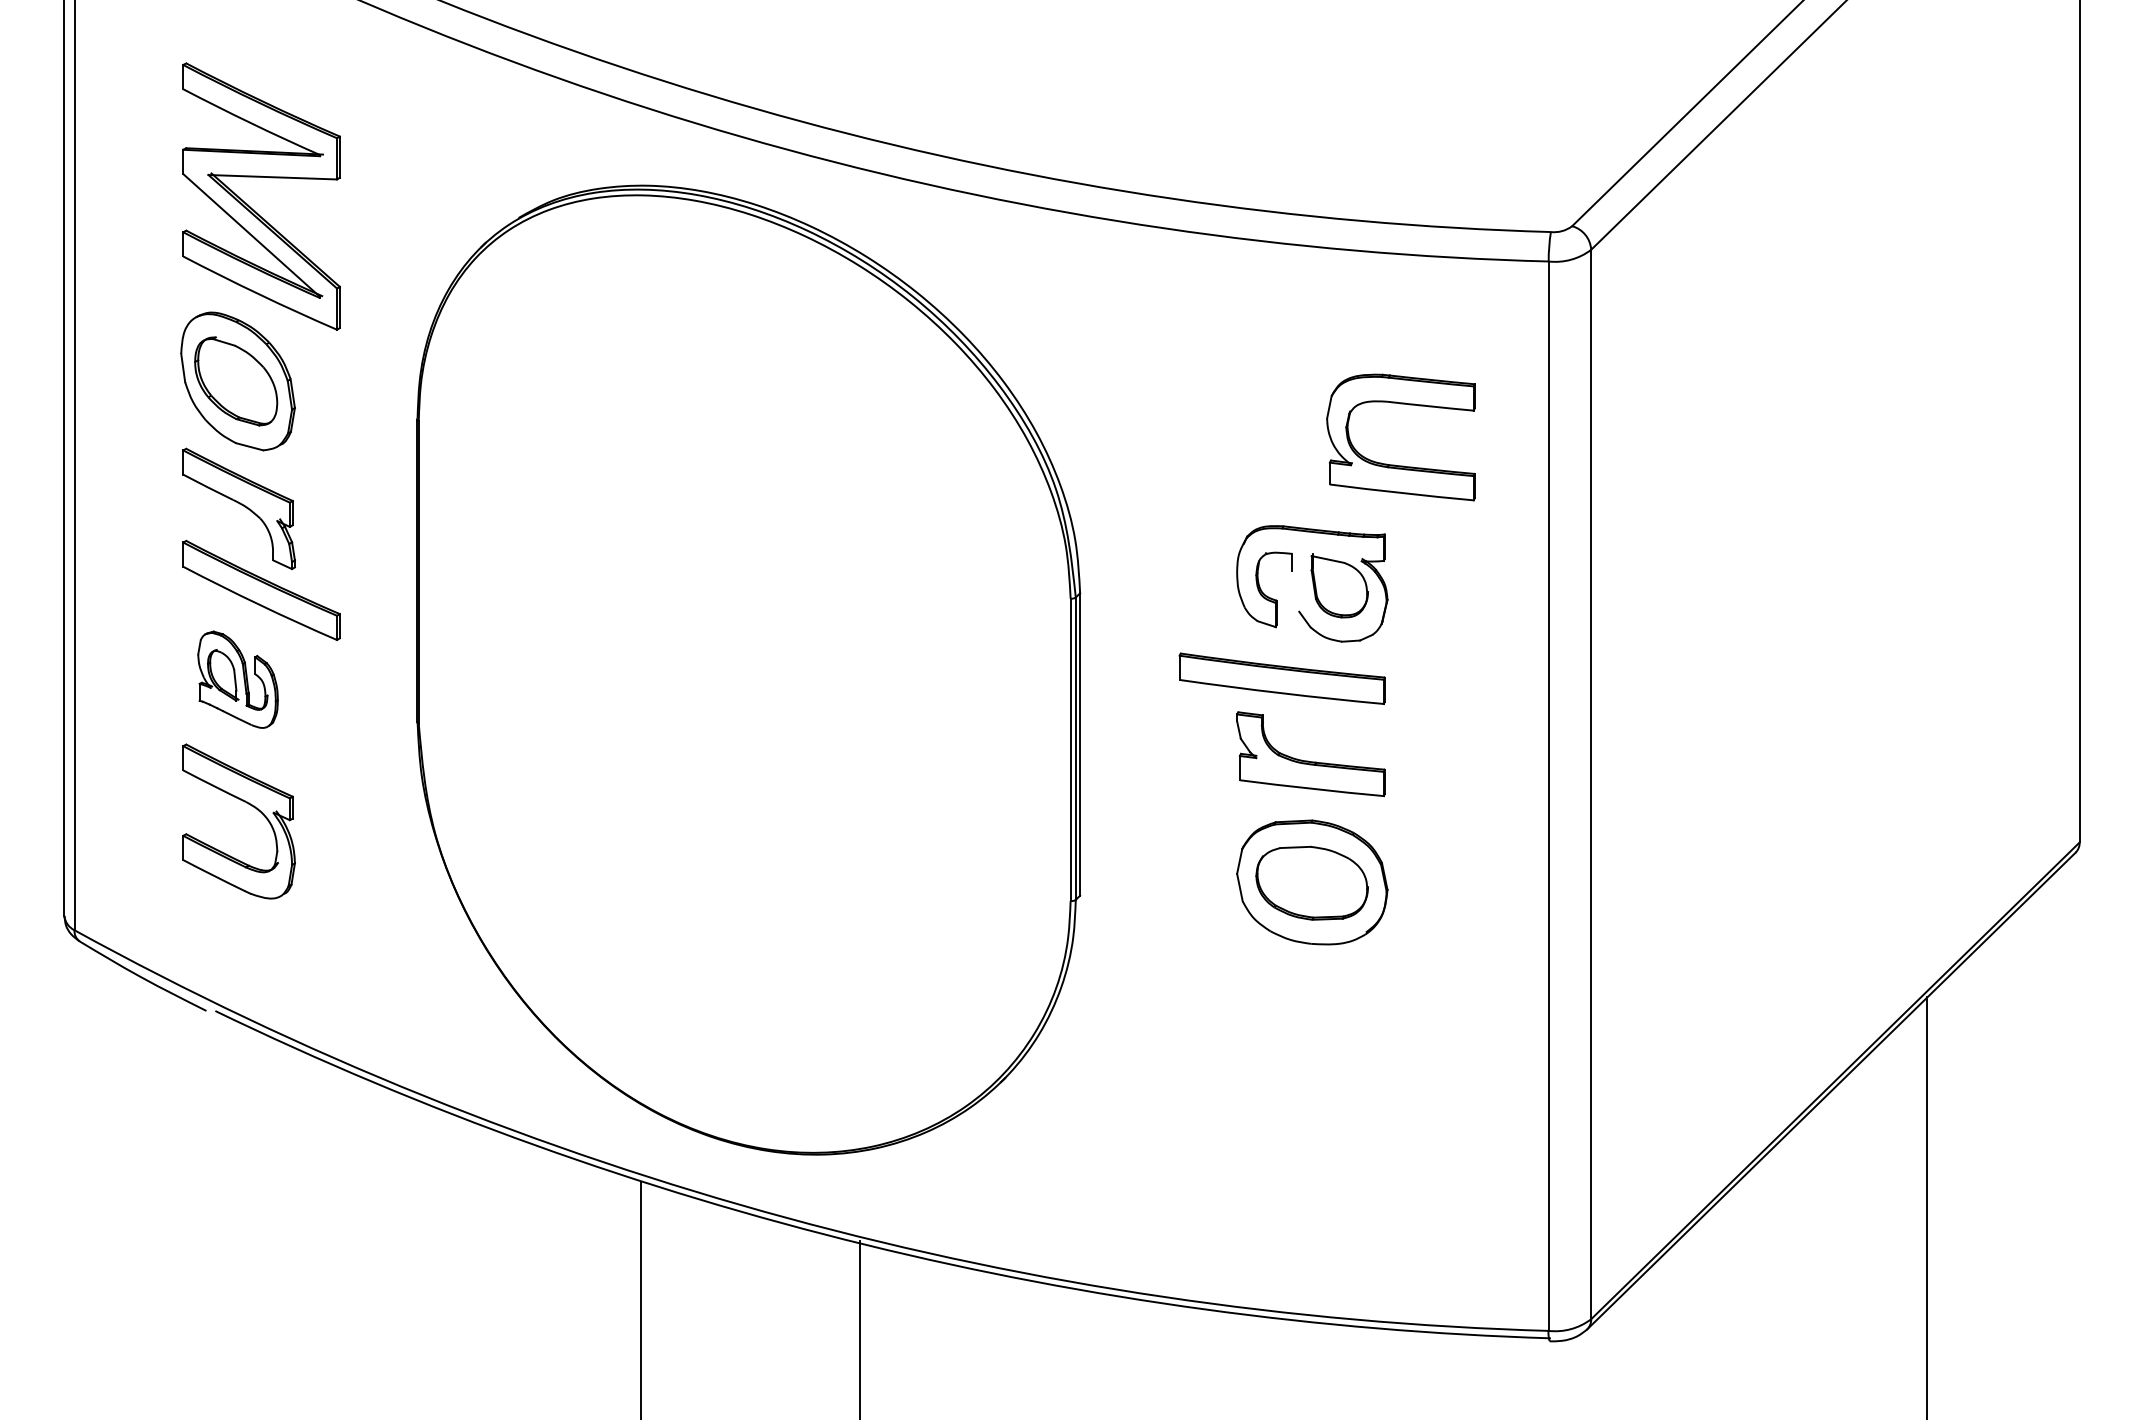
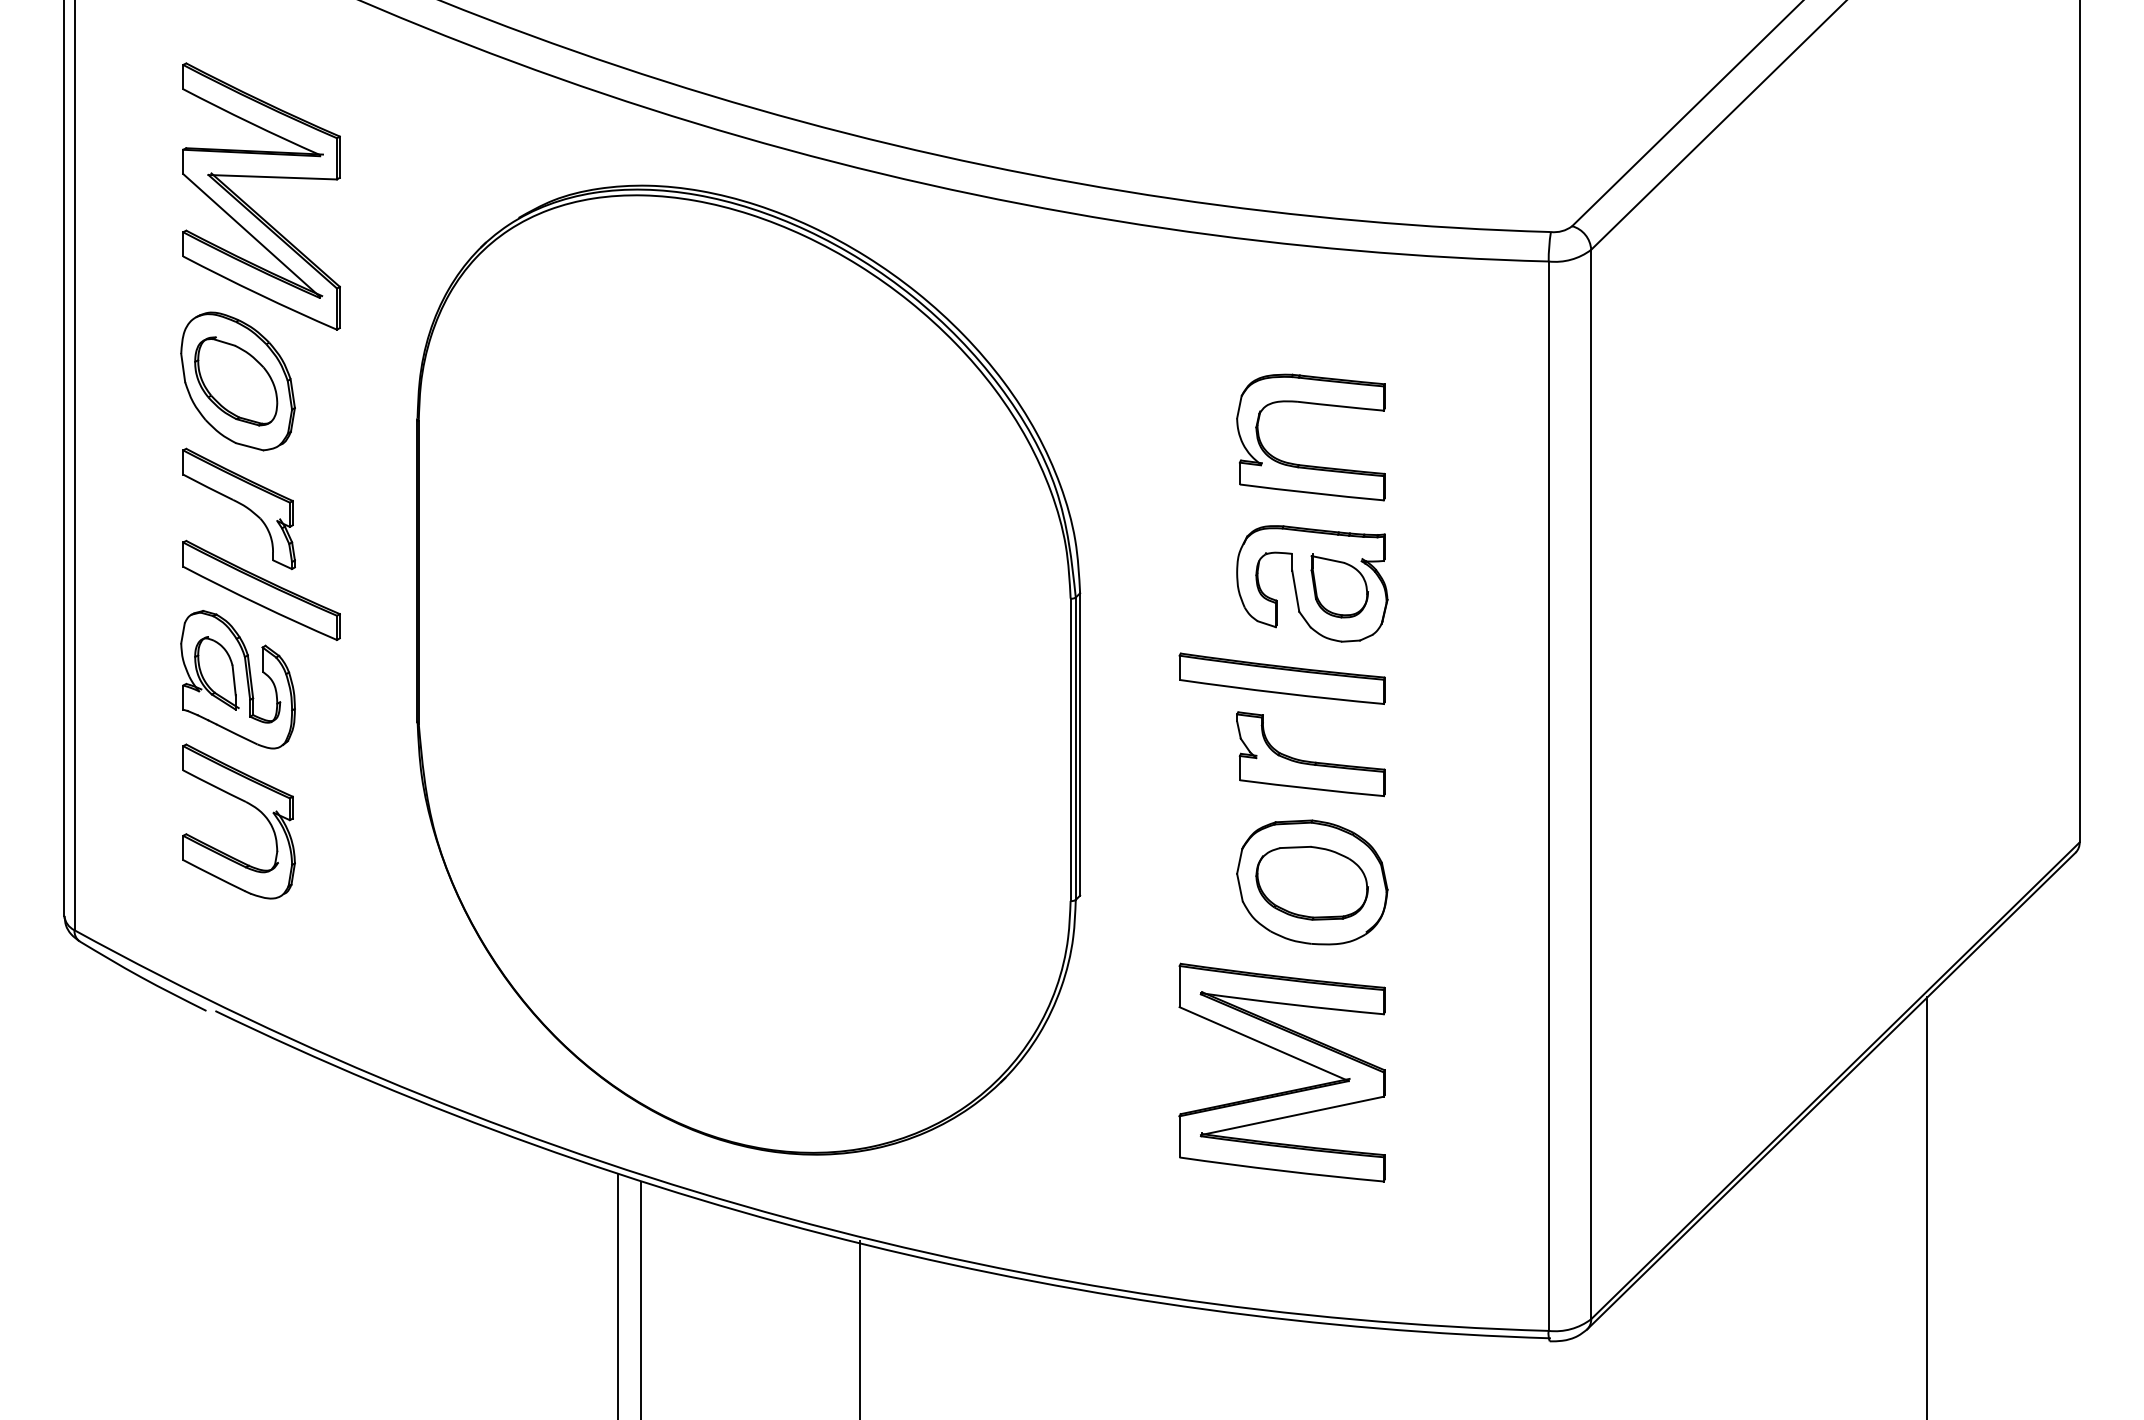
part at (1395, 464) position: (1395, 464) -> (1305, 464)
line at (1295, 590): none -> present
part at (237, 679) size: 82x99 px -> 116x140 px
part at (1289, 1056): none -> present
line at (618, 1295): none -> present
